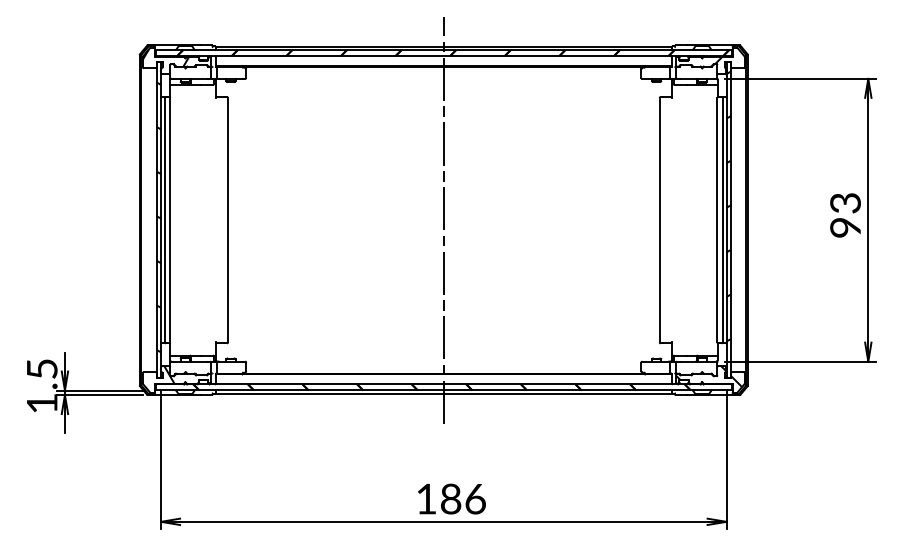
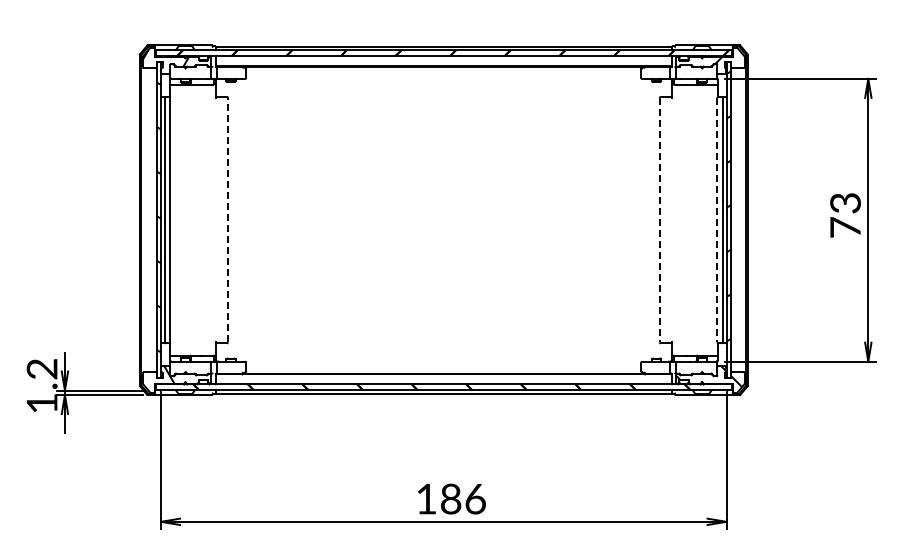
line at (227, 219): solid -> dashed
line at (443, 219): present -> none
line at (659, 220): solid -> dashed
line at (717, 220): solid -> dashed
text at (845, 227): 93 -> 73
text at (41, 369): 1.5 -> 1.2
